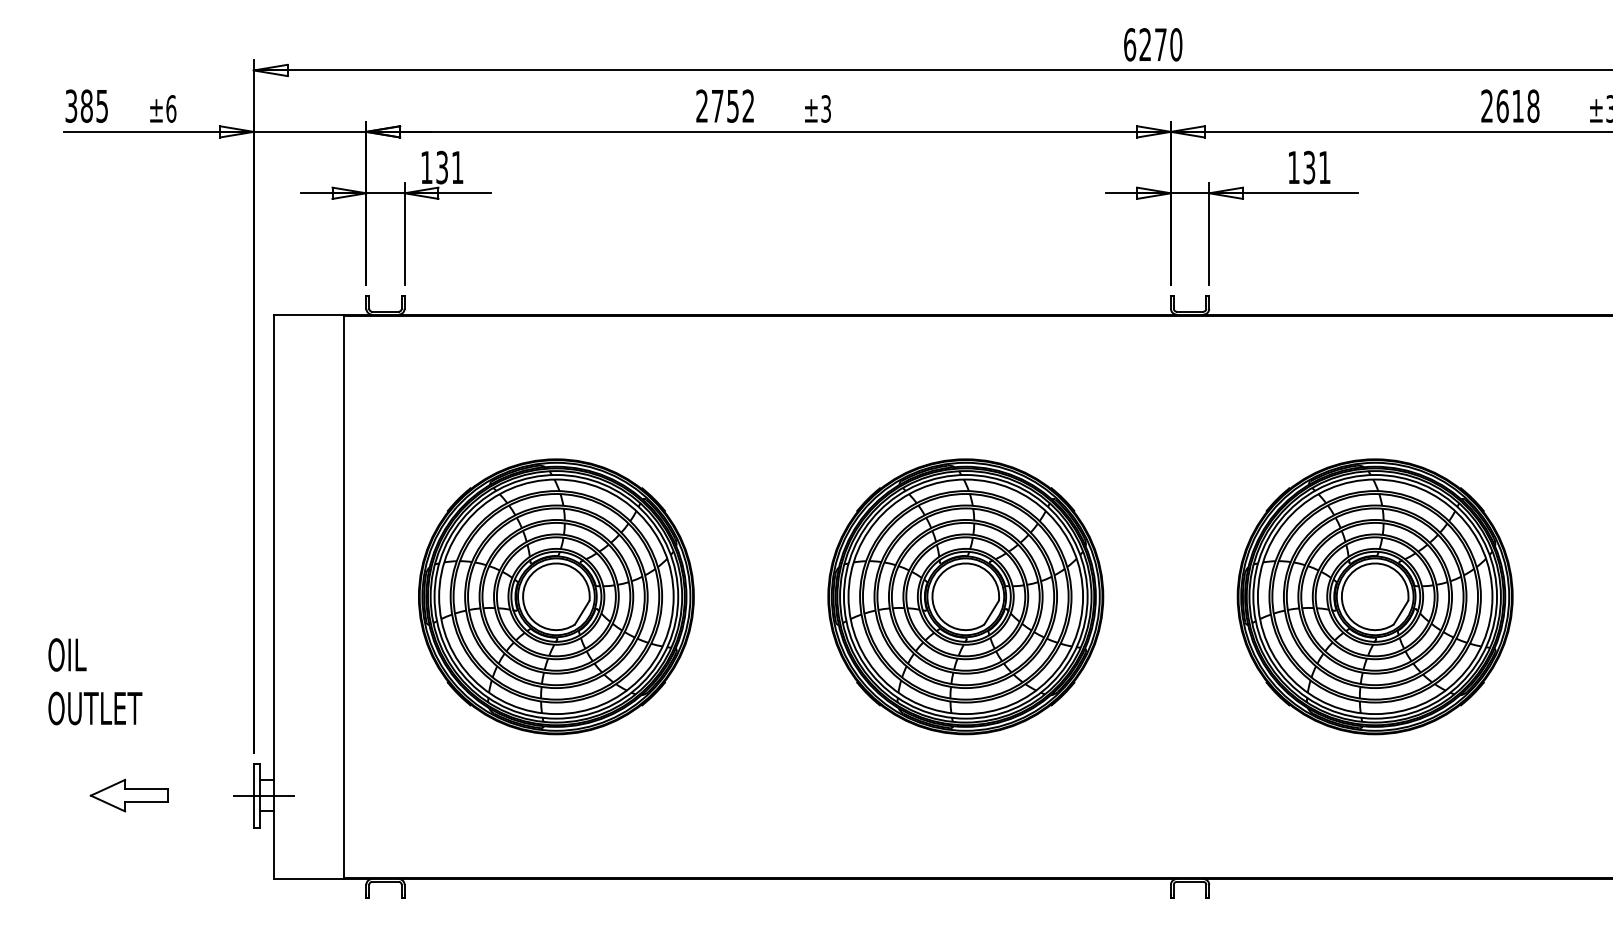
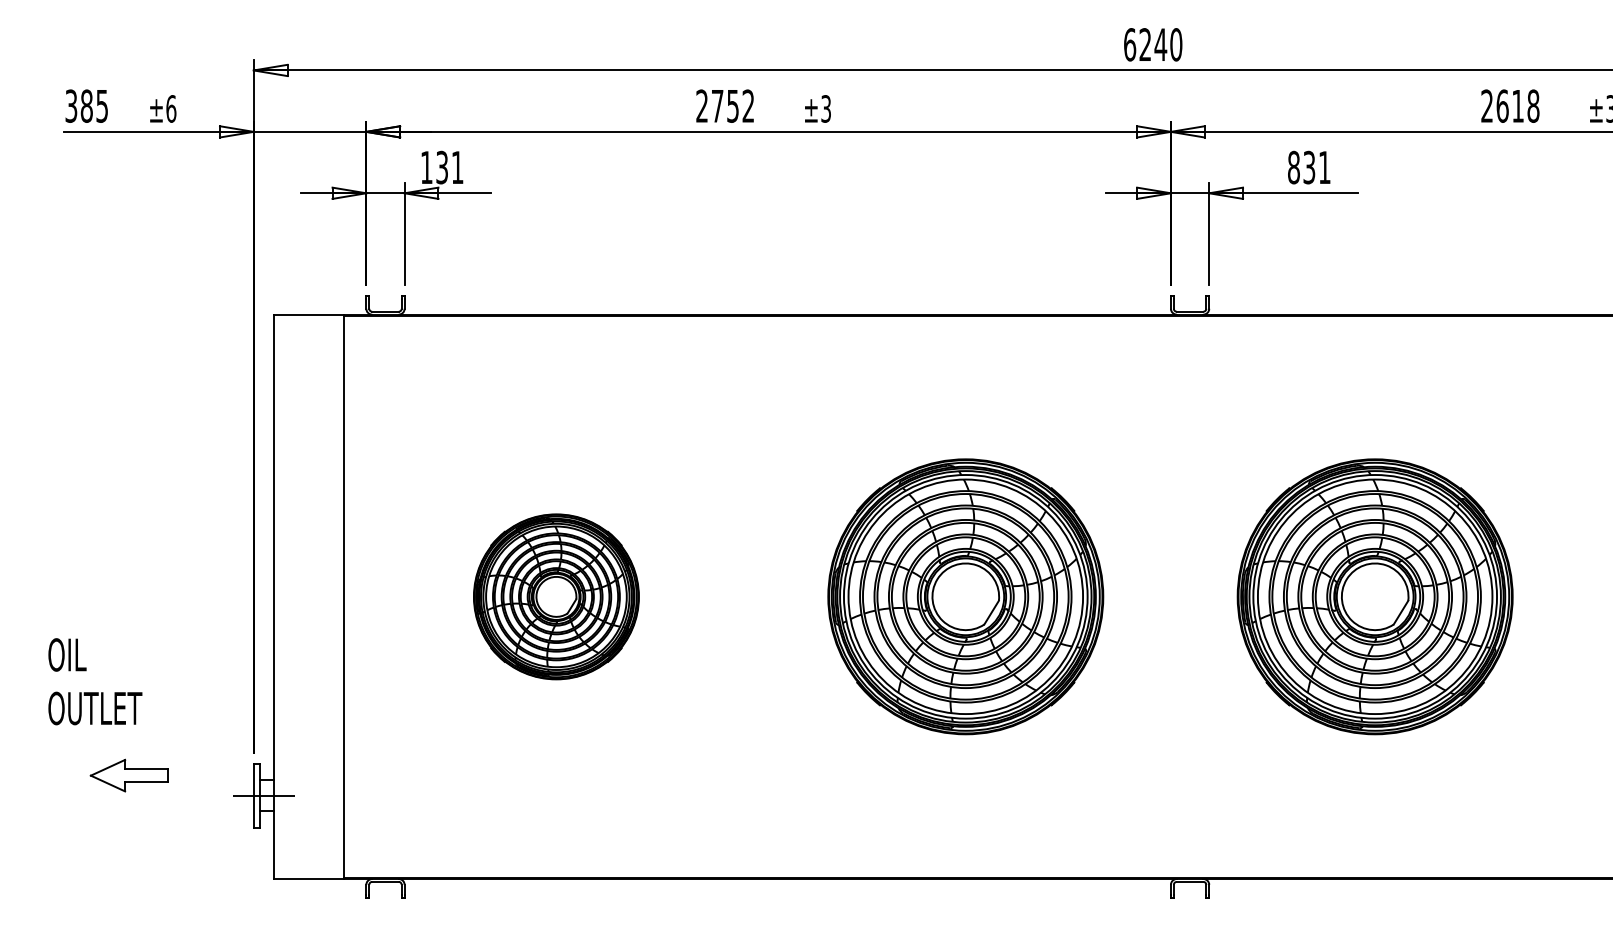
text at (1160, 44): 6270 -> 6240
text at (1293, 167): 131 -> 831
part at (556, 596) size: 277x278 px -> 167x168 px
part at (128, 795) position: (128, 795) -> (128, 775)
